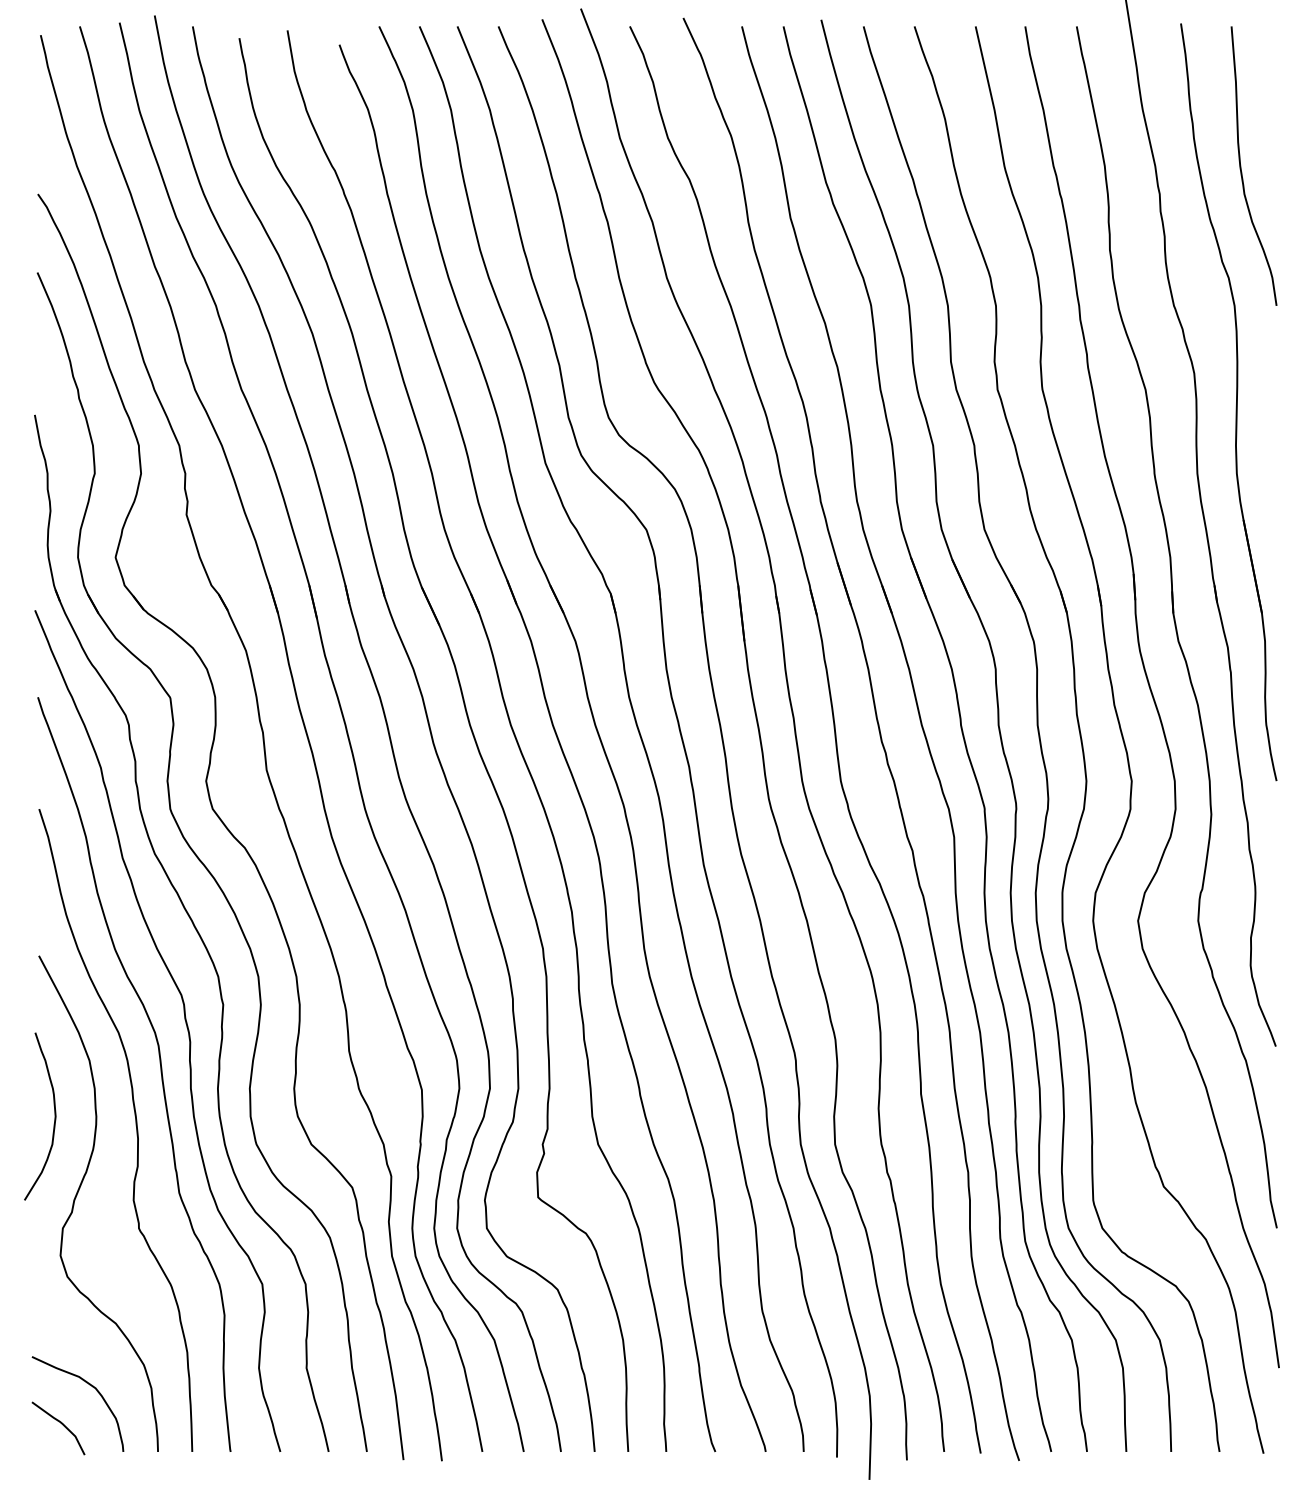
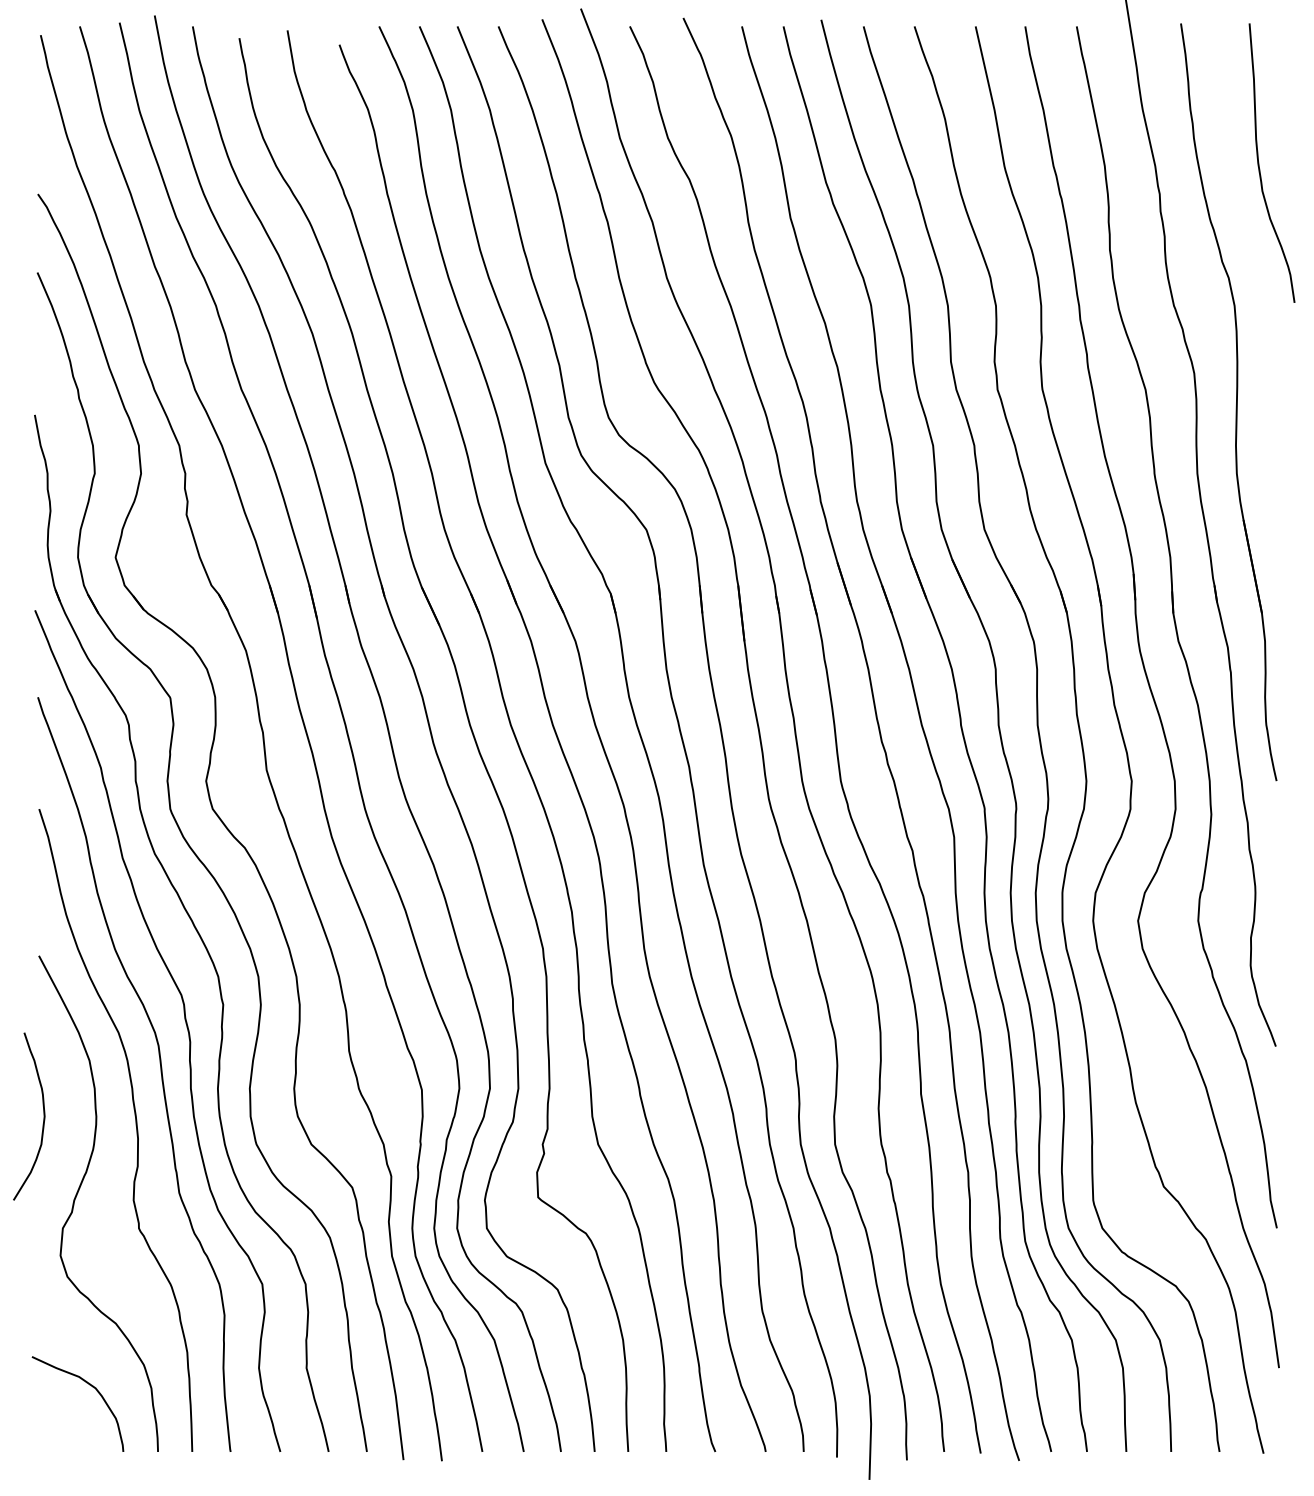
curve at (1241, 165) position: (1241, 165) -> (1259, 162)
curve at (54, 1116) position: (54, 1116) -> (43, 1116)
curve at (61, 1424): present -> none
